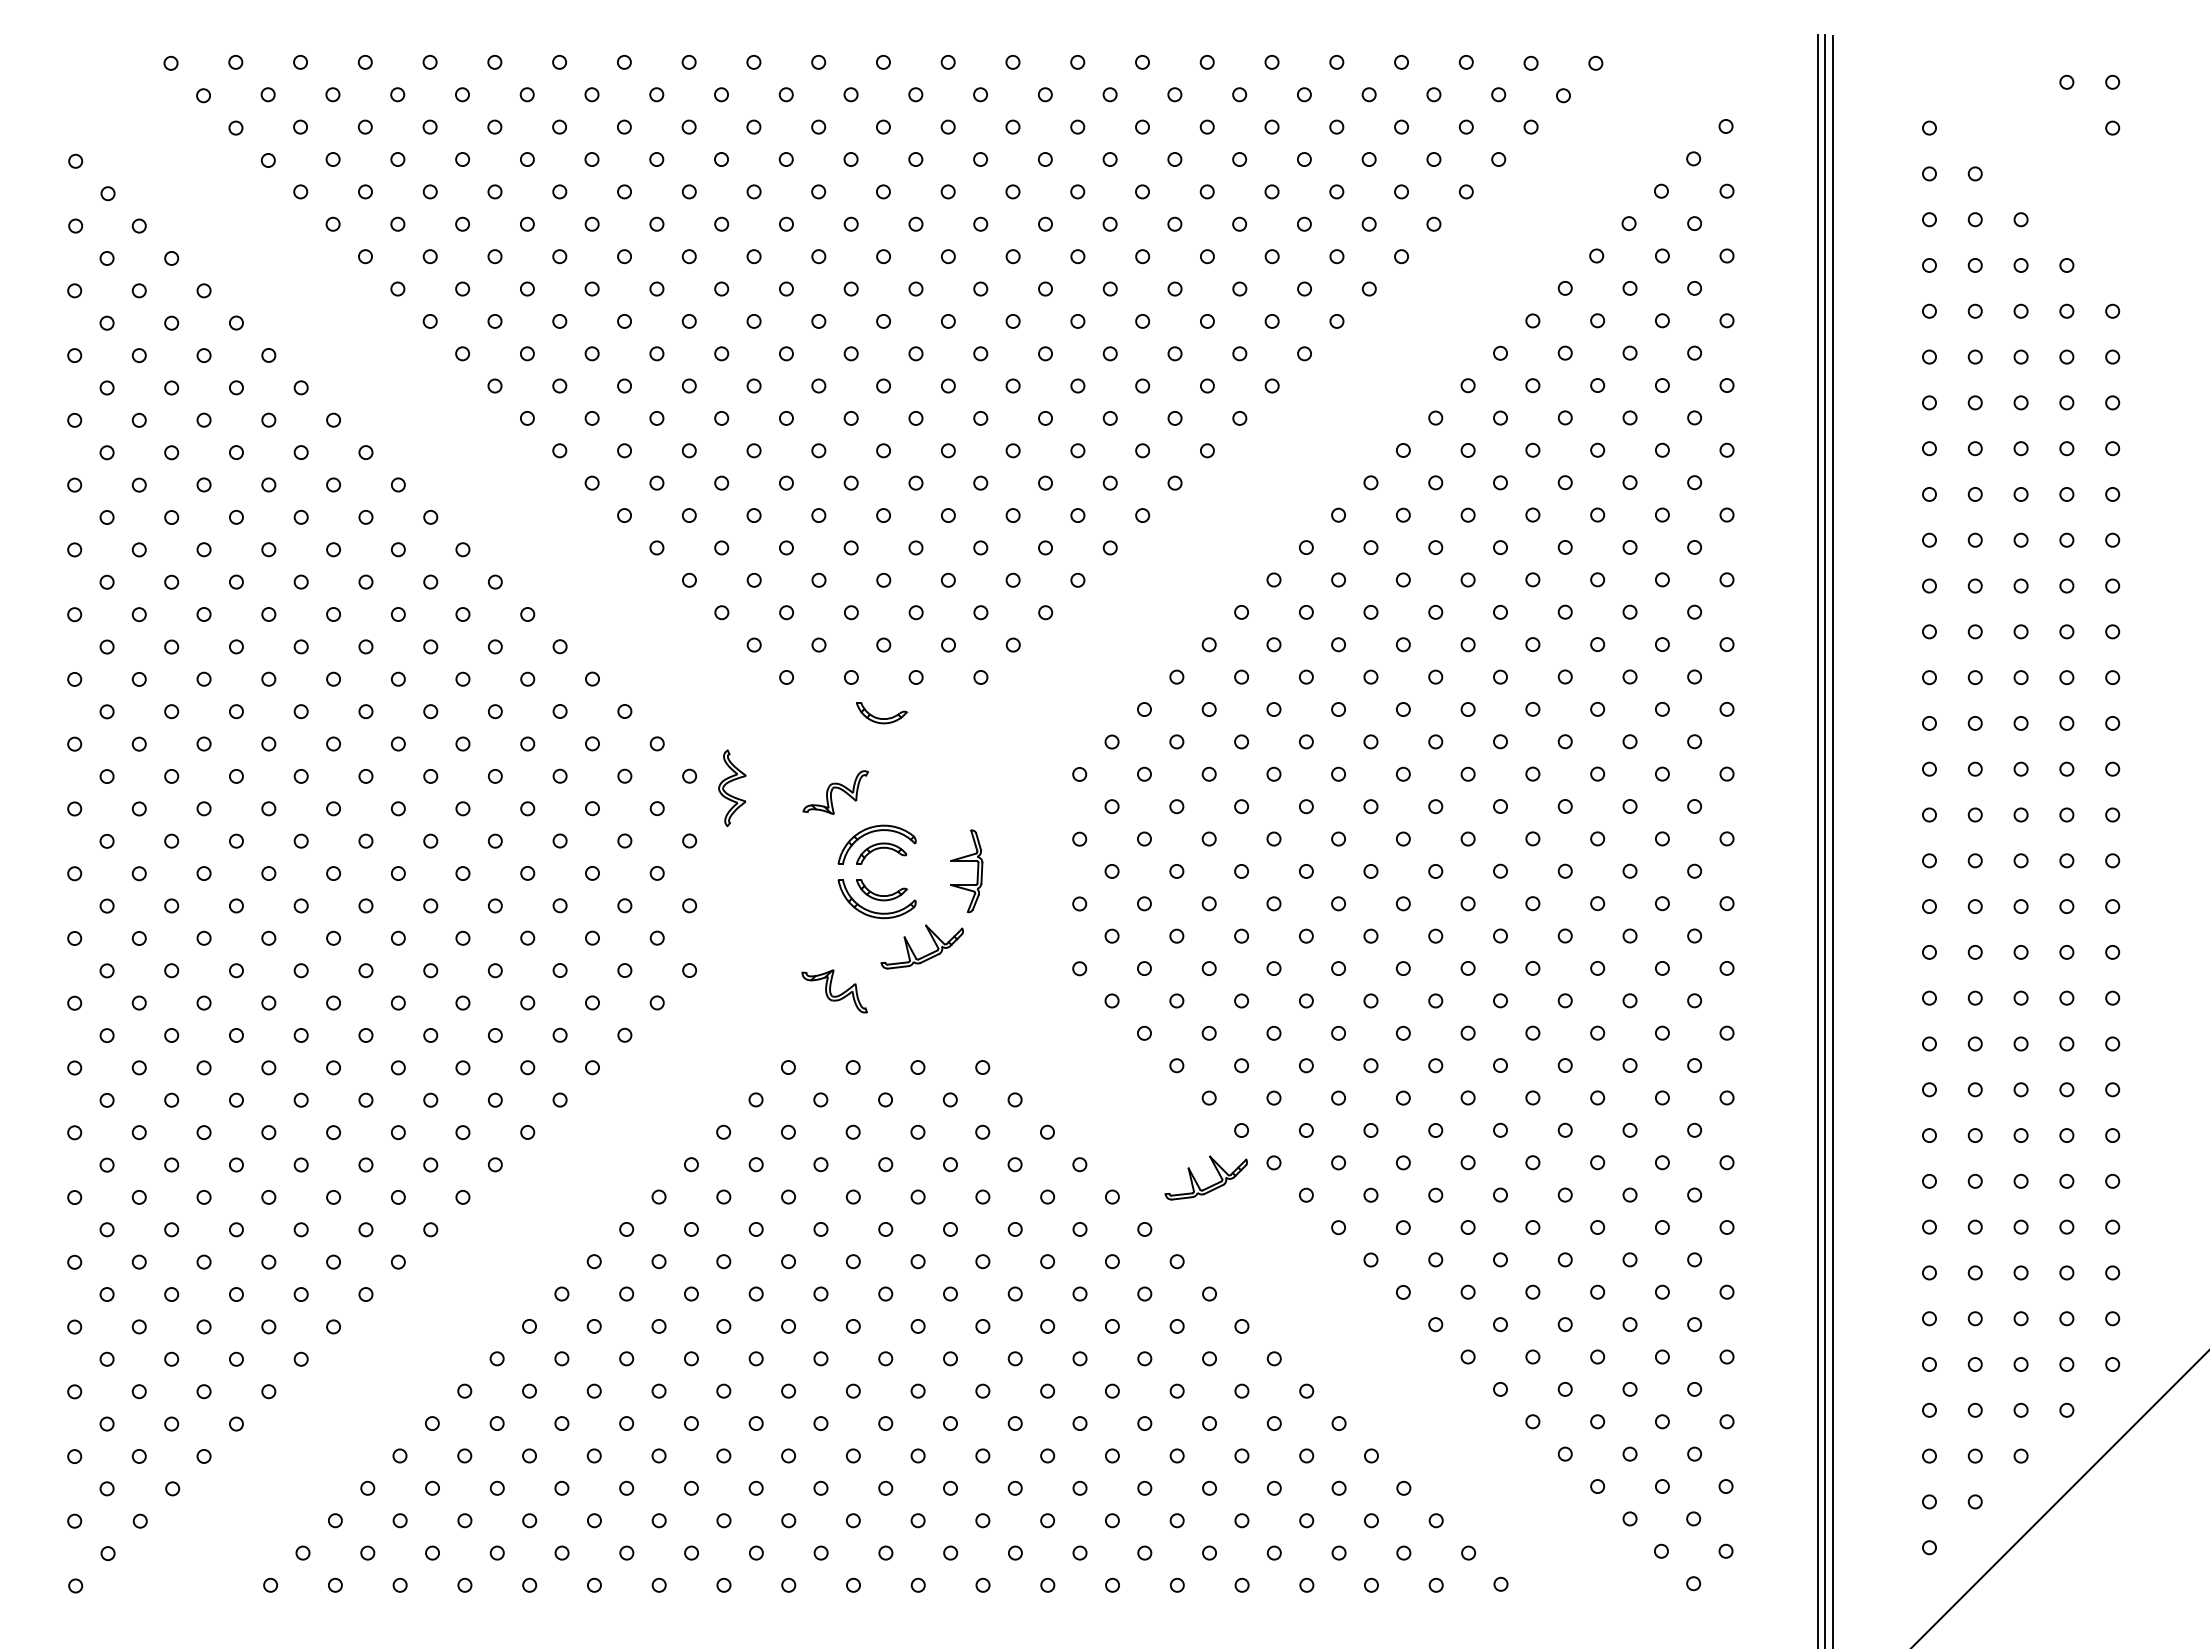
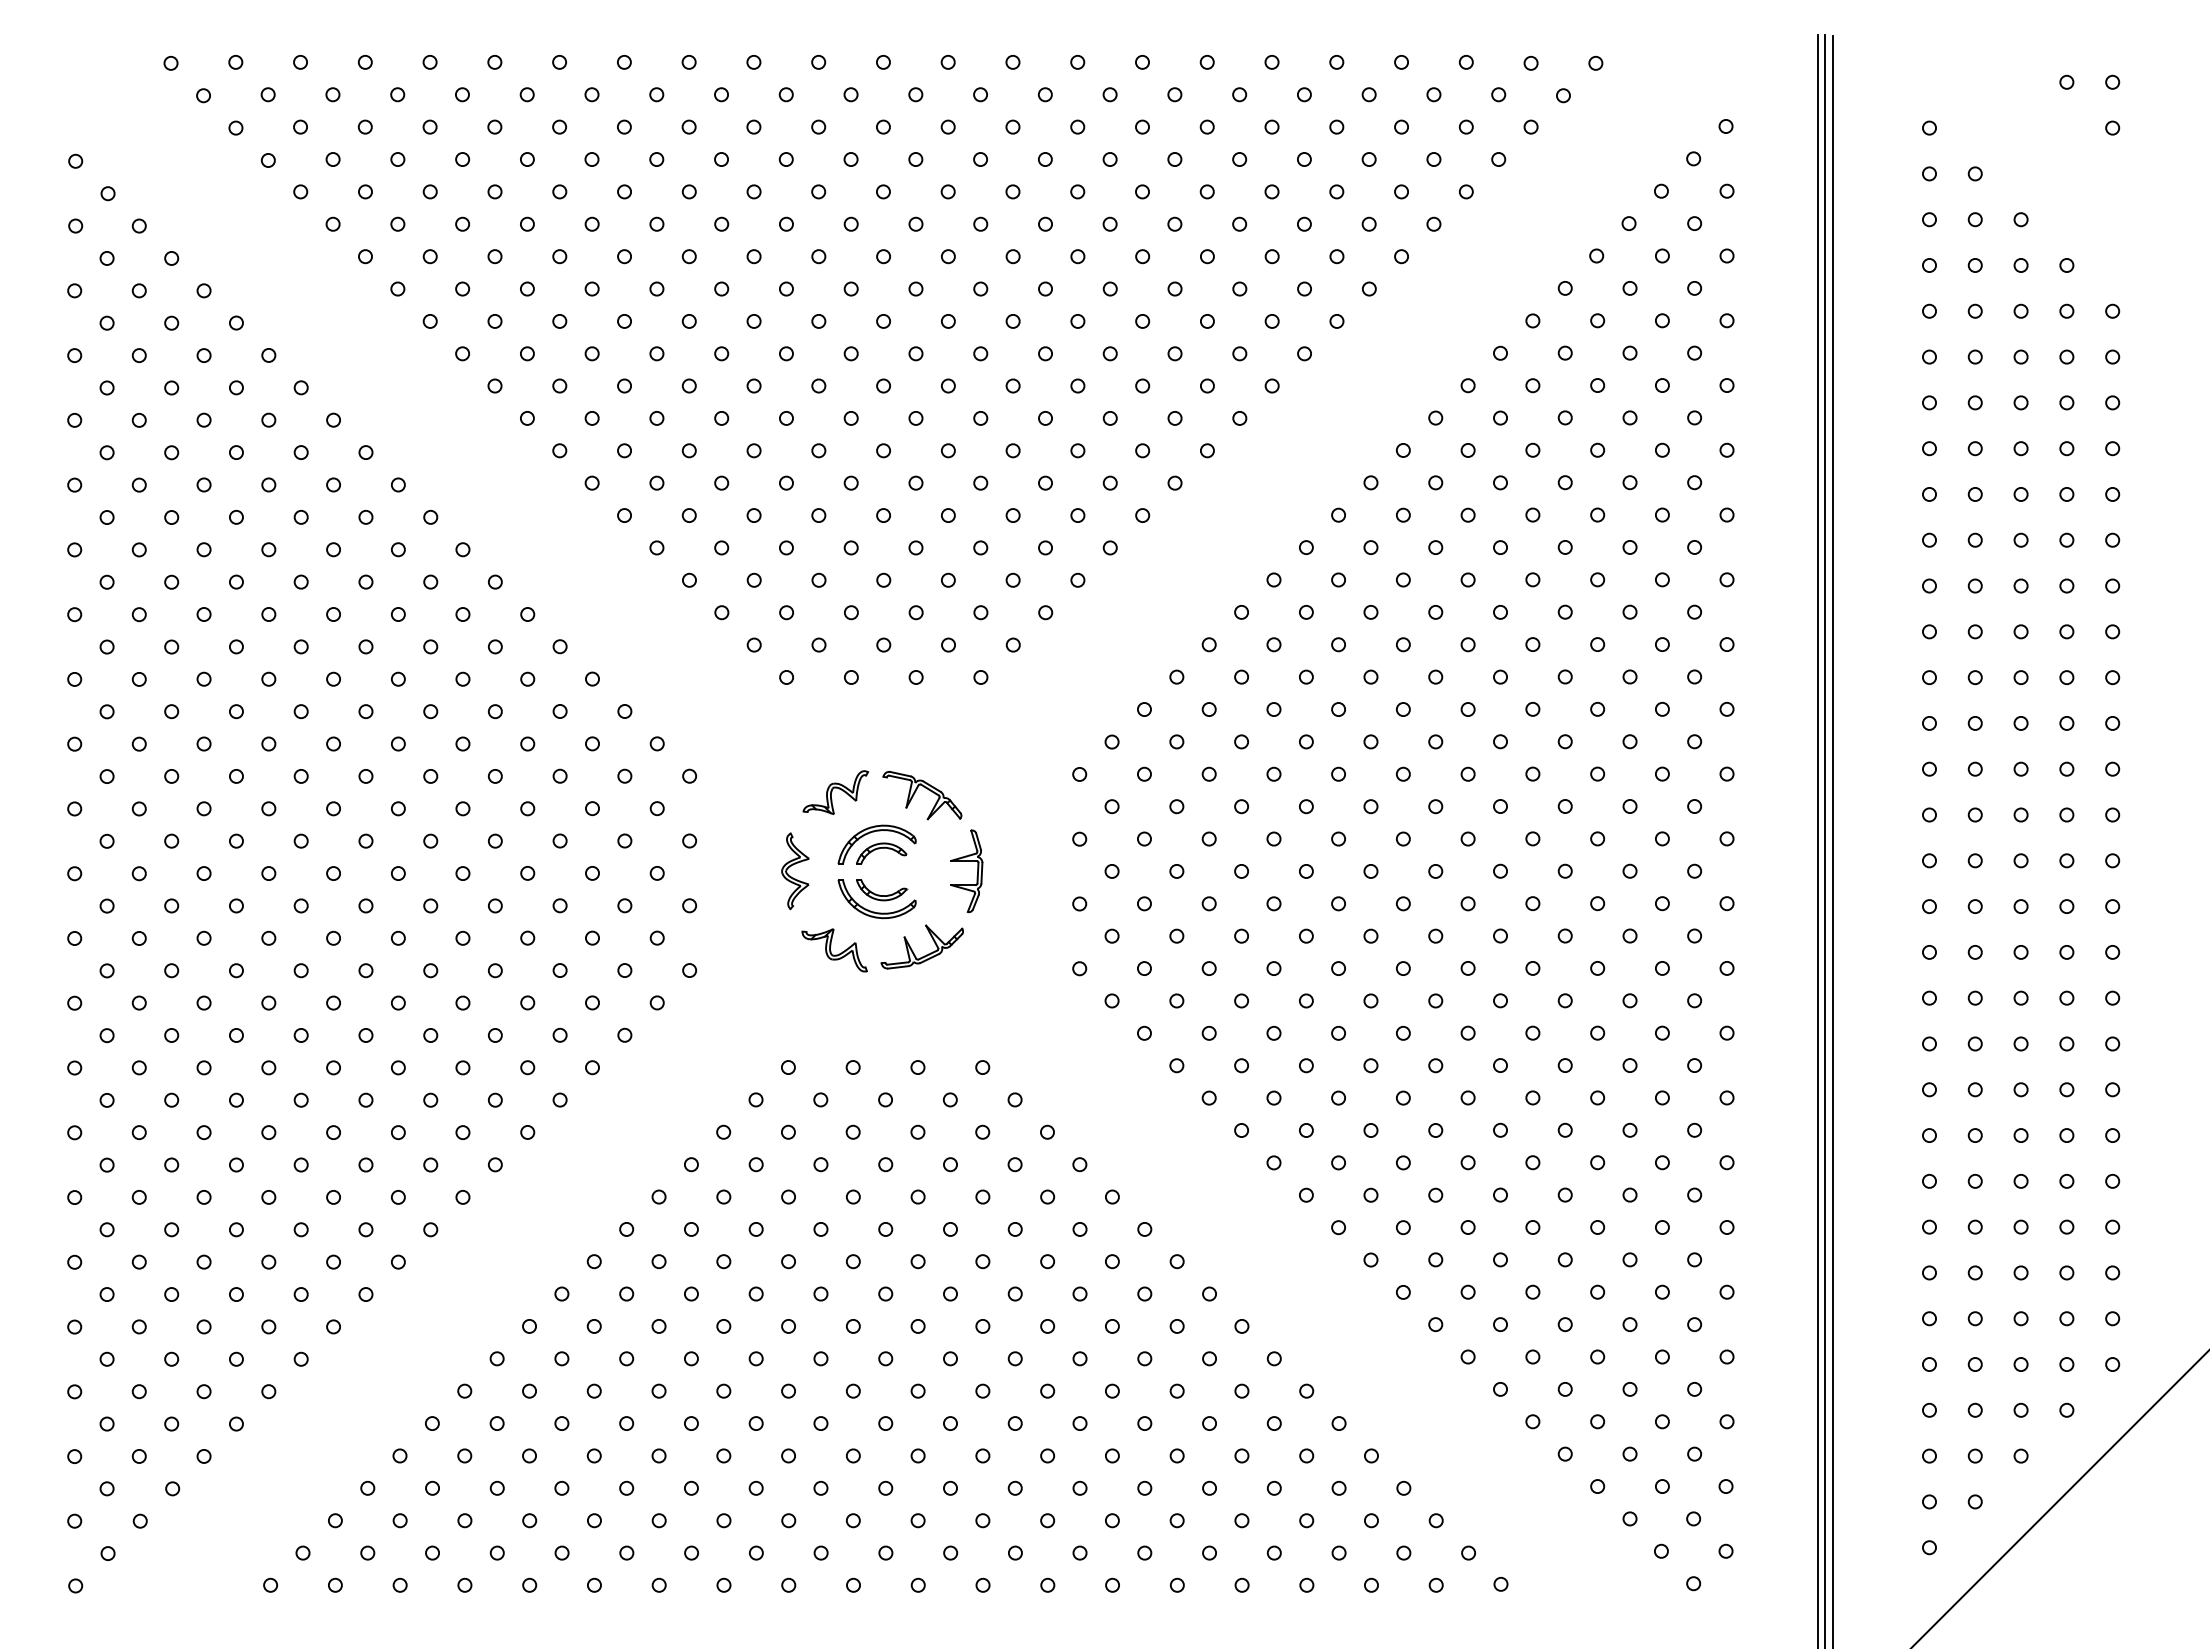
part at (882, 713): present -> none
part at (730, 782) position: (730, 782) -> (793, 865)
part at (916, 791): none -> present
part at (834, 991) position: (834, 991) -> (834, 950)
part at (1197, 1182): present -> none
